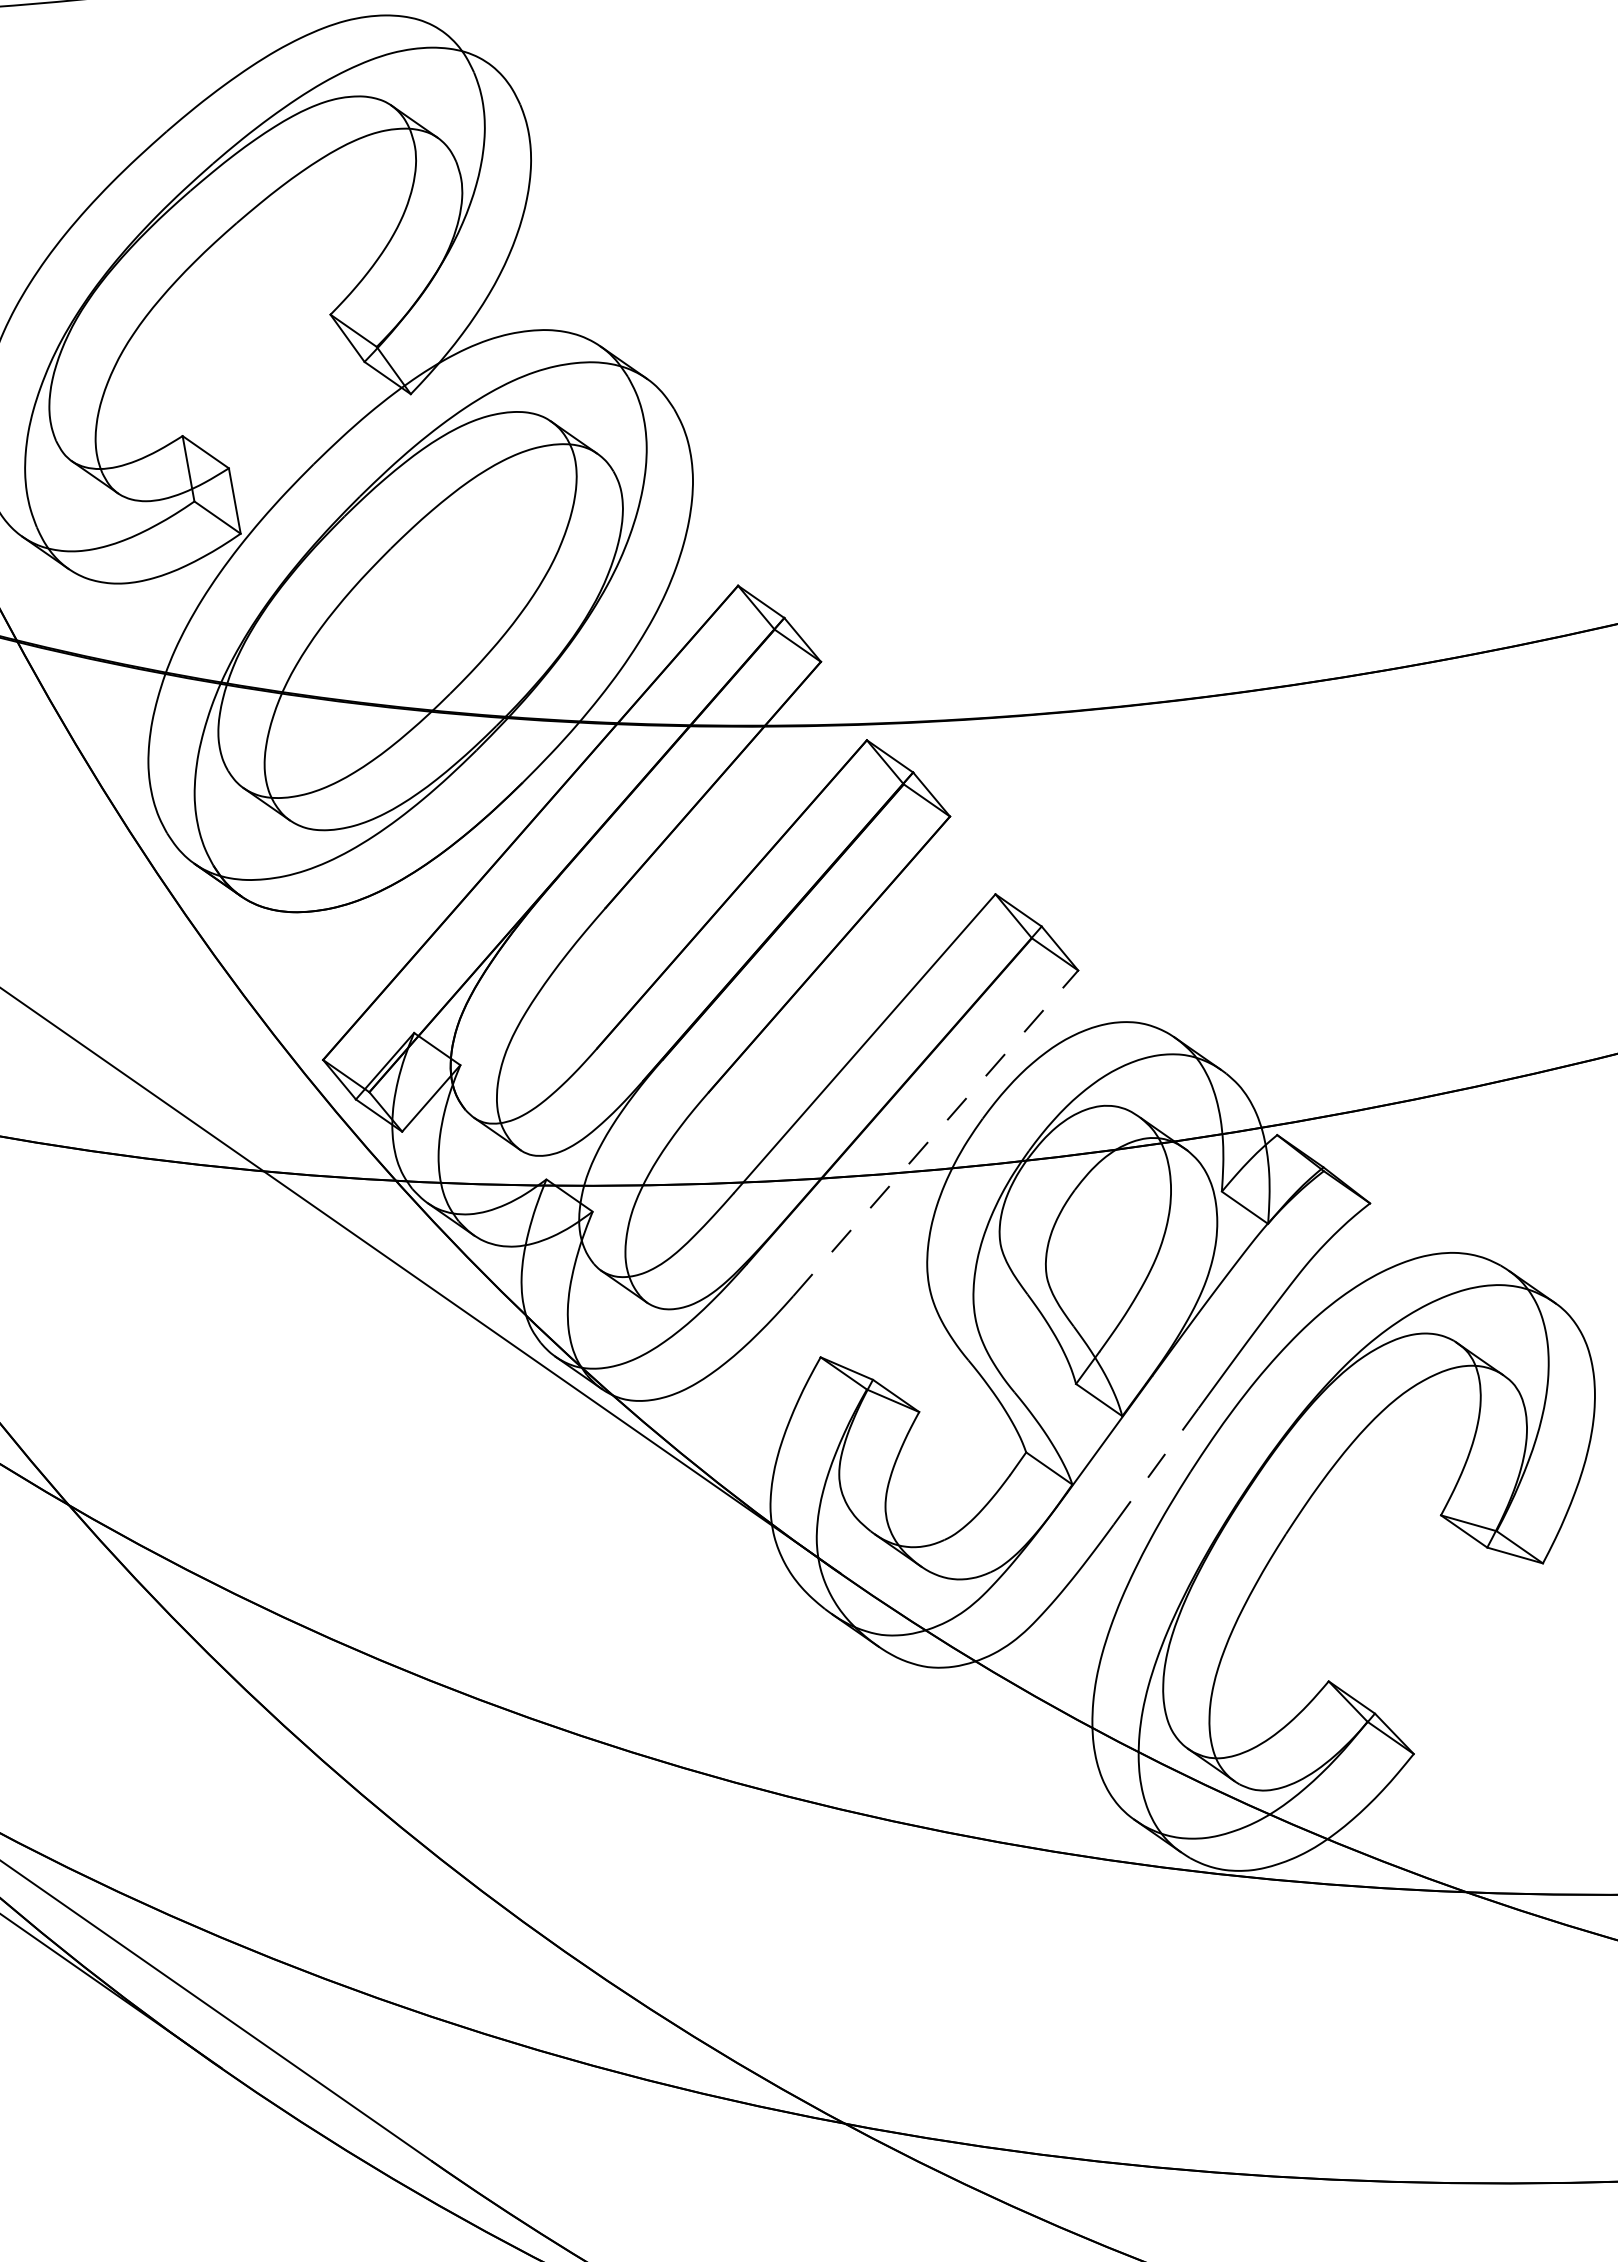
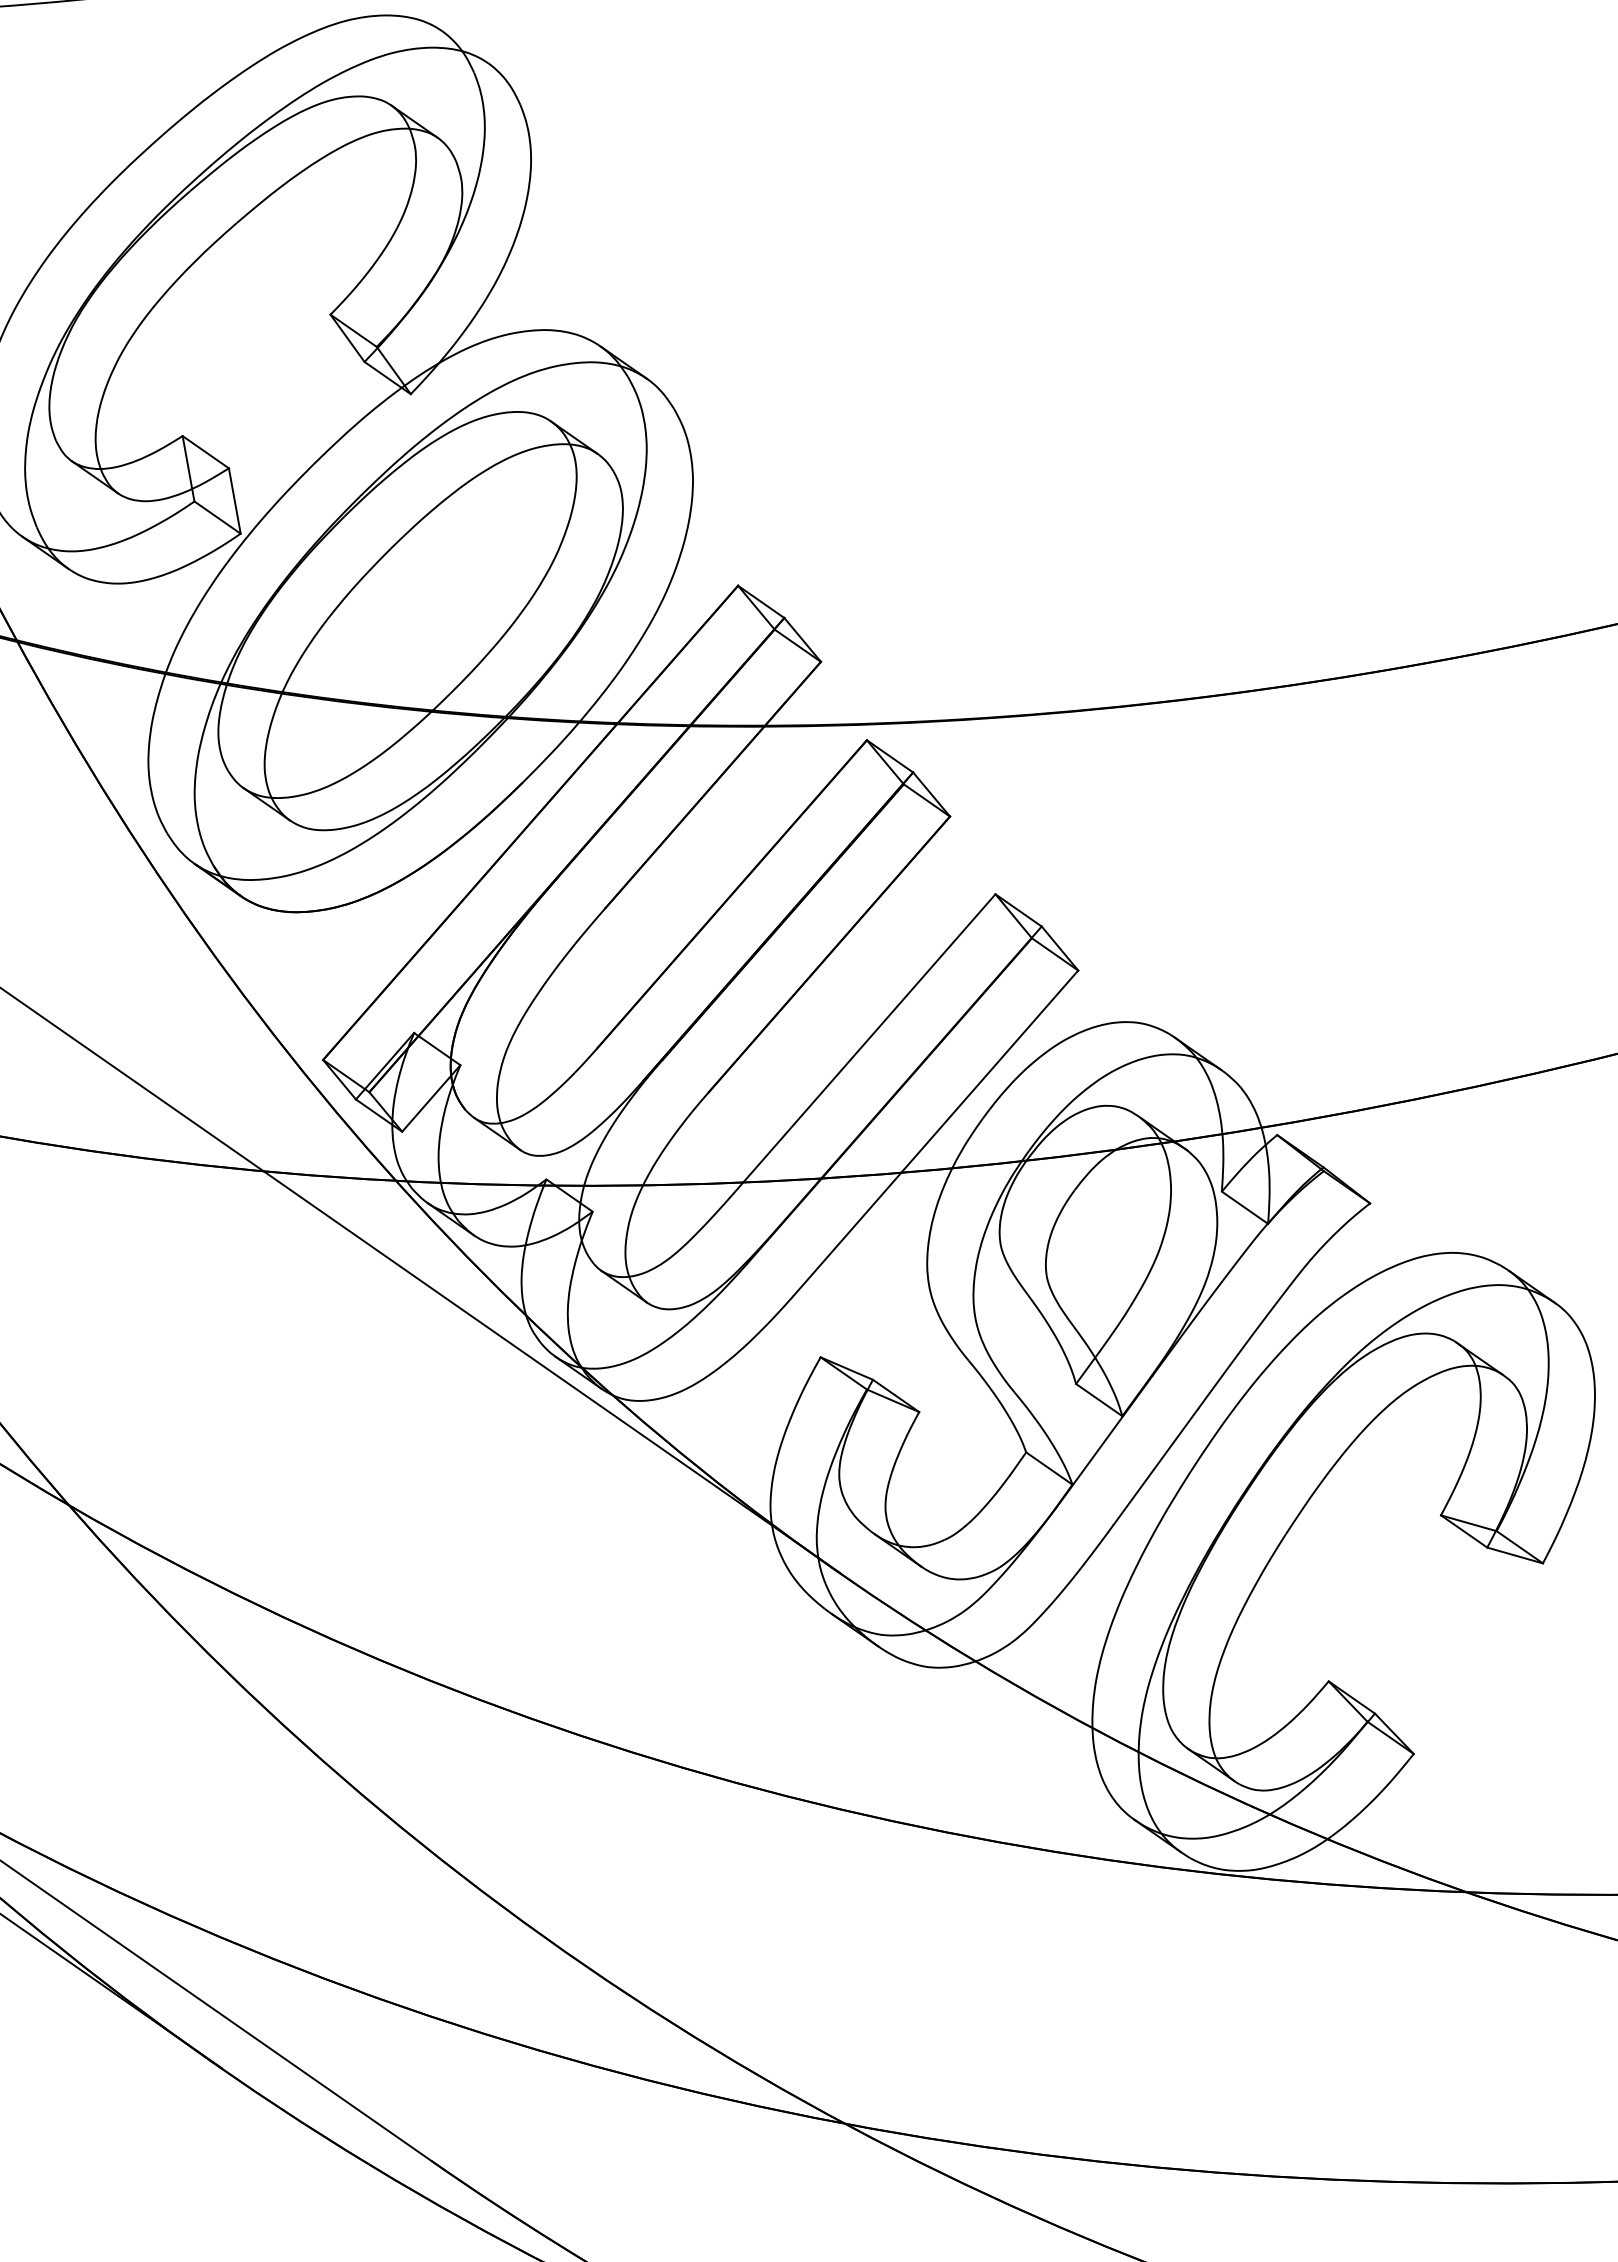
line at (936, 1132): dashed -> solid
line at (1156, 1466): dashed -> solid
